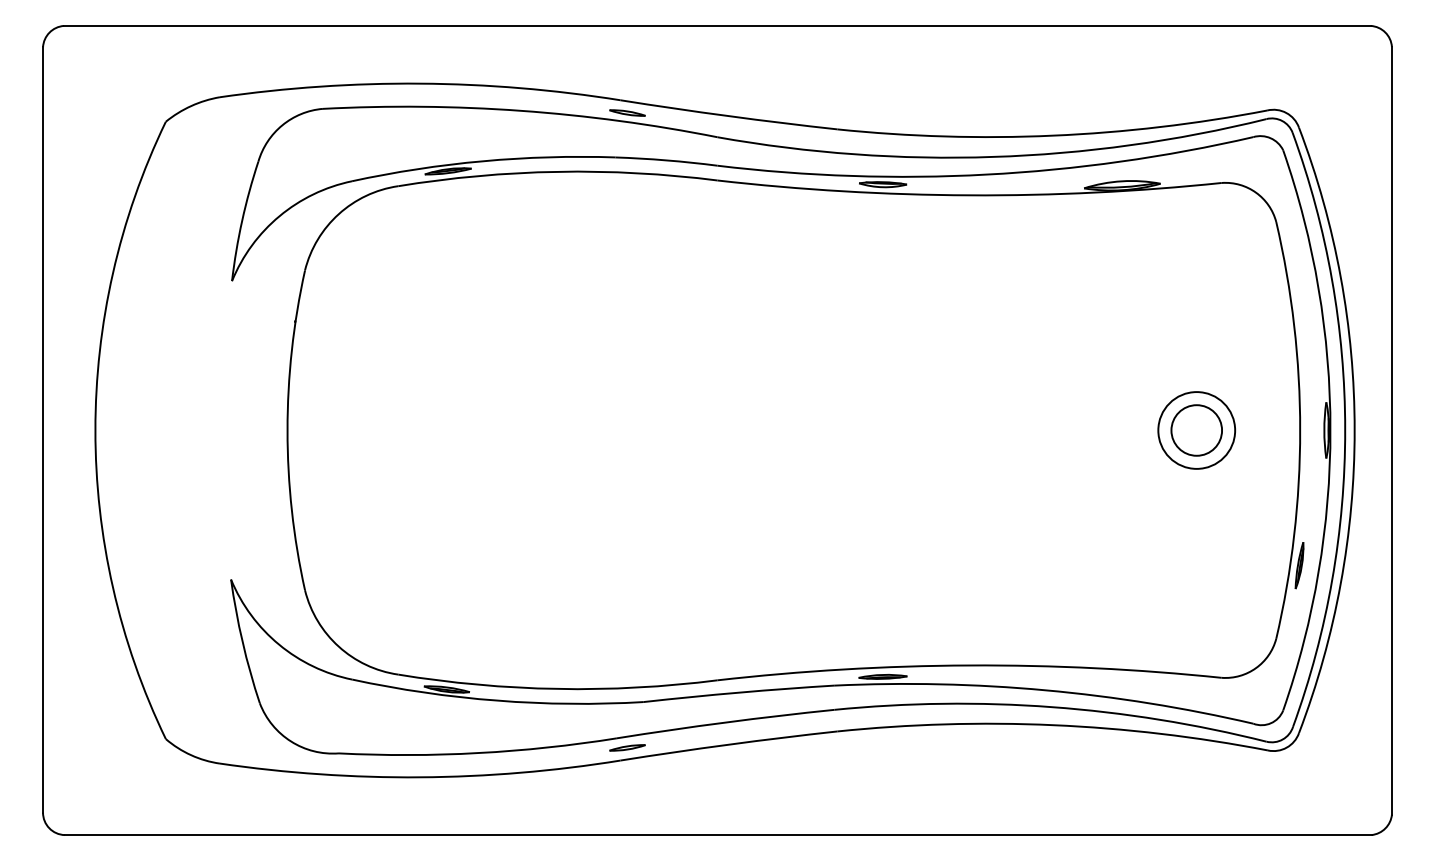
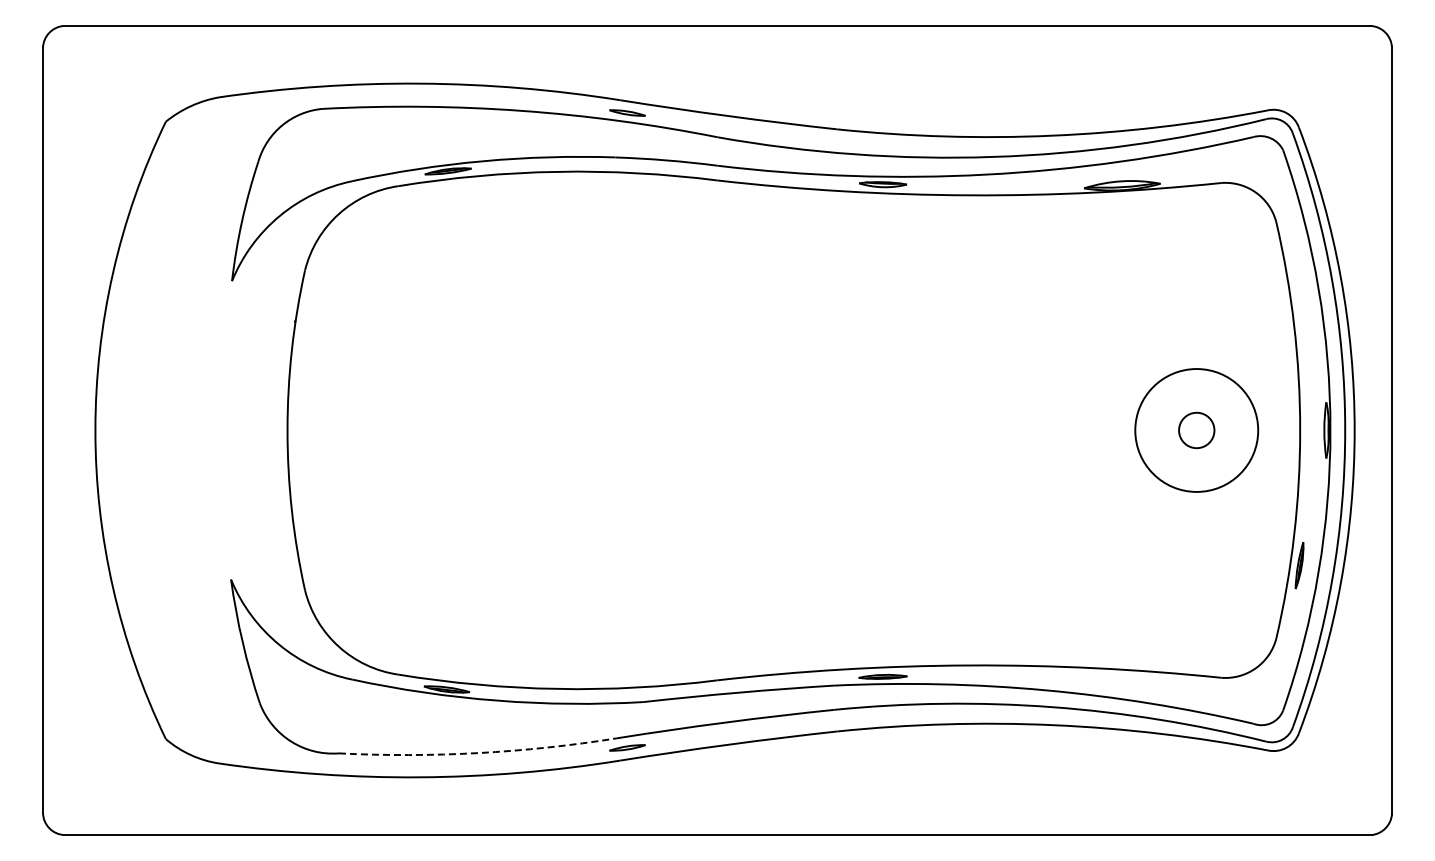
circle at (1196, 430) diameter: 51 px -> 35 px
circle at (1196, 430) diameter: 77 px -> 123 px
arc at (478, 753): solid -> dashed
